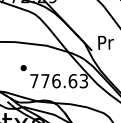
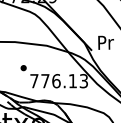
text at (72, 81): 776.63 -> 776.13
